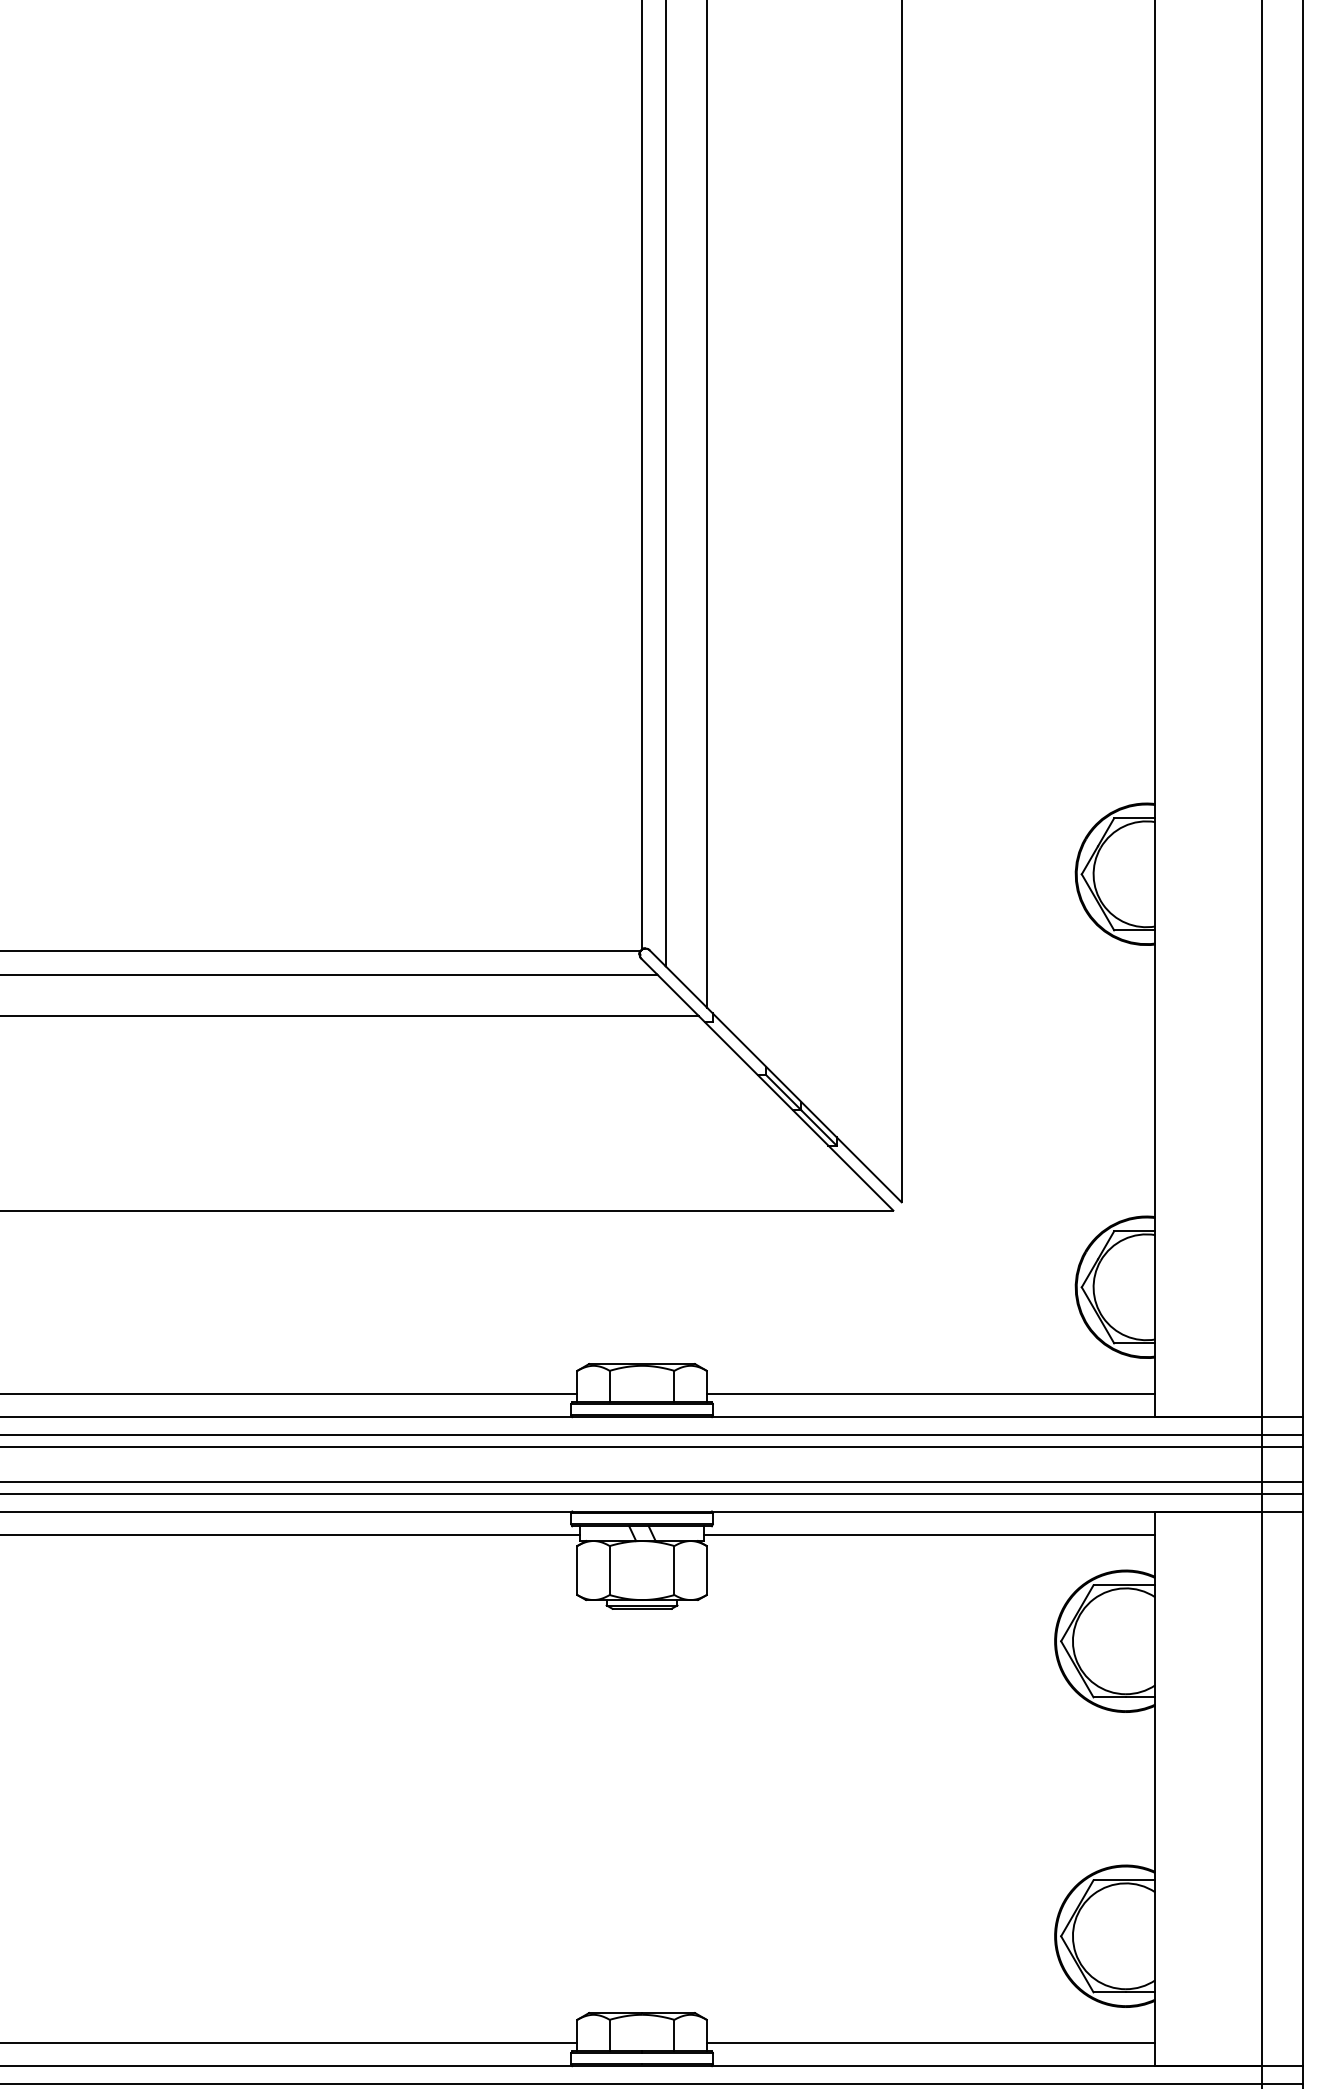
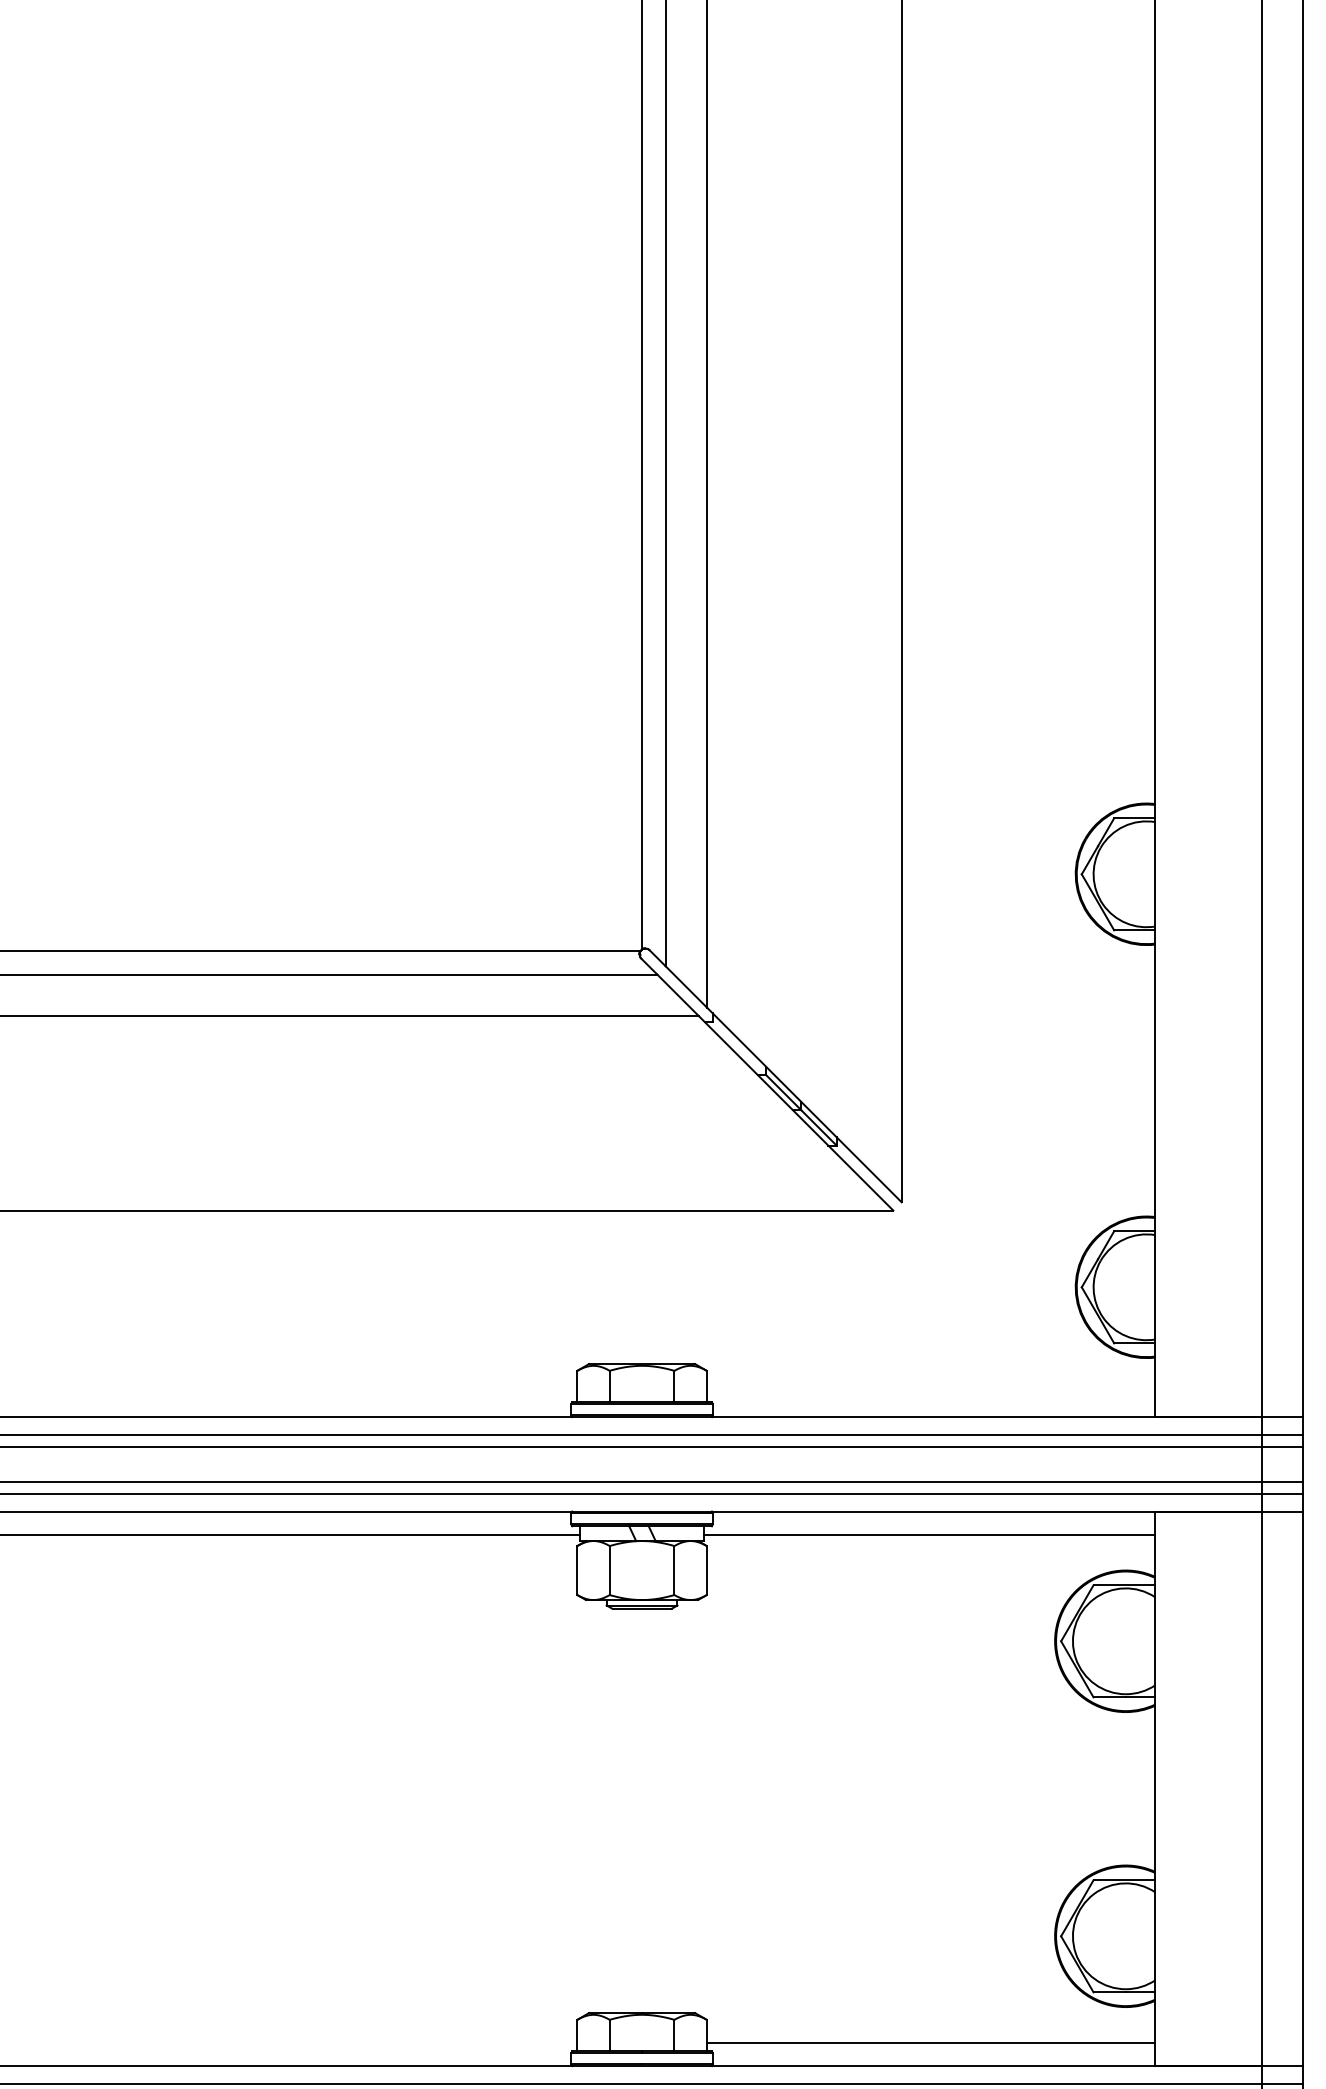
line at (289, 1393): present -> none
line at (930, 1393): present -> none
line at (289, 2042): present -> none
